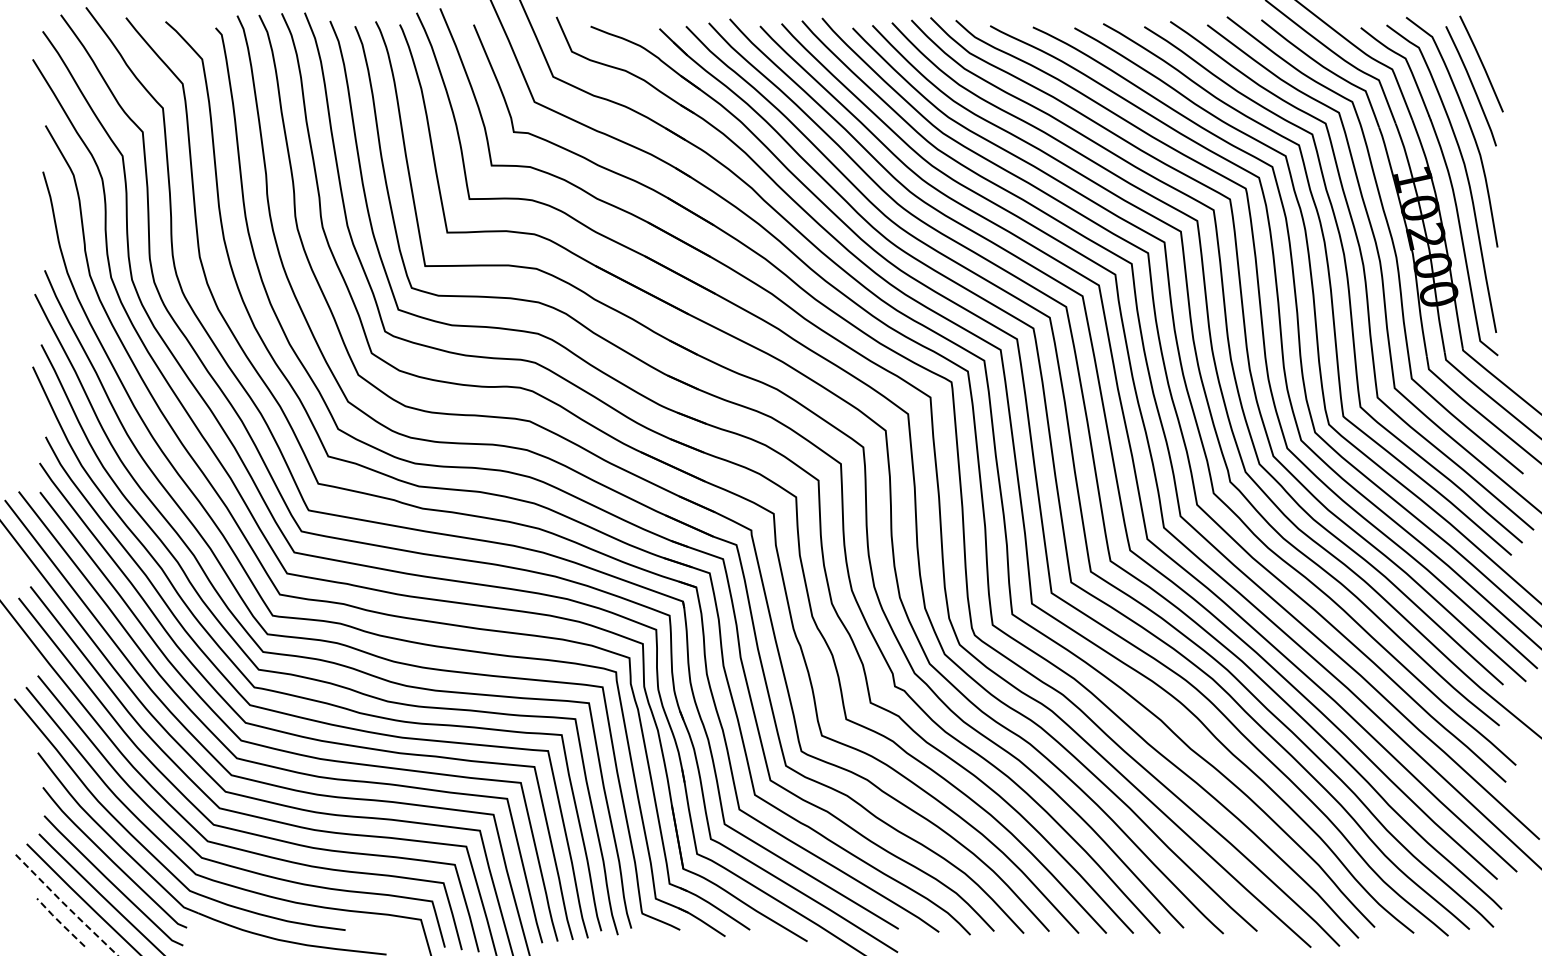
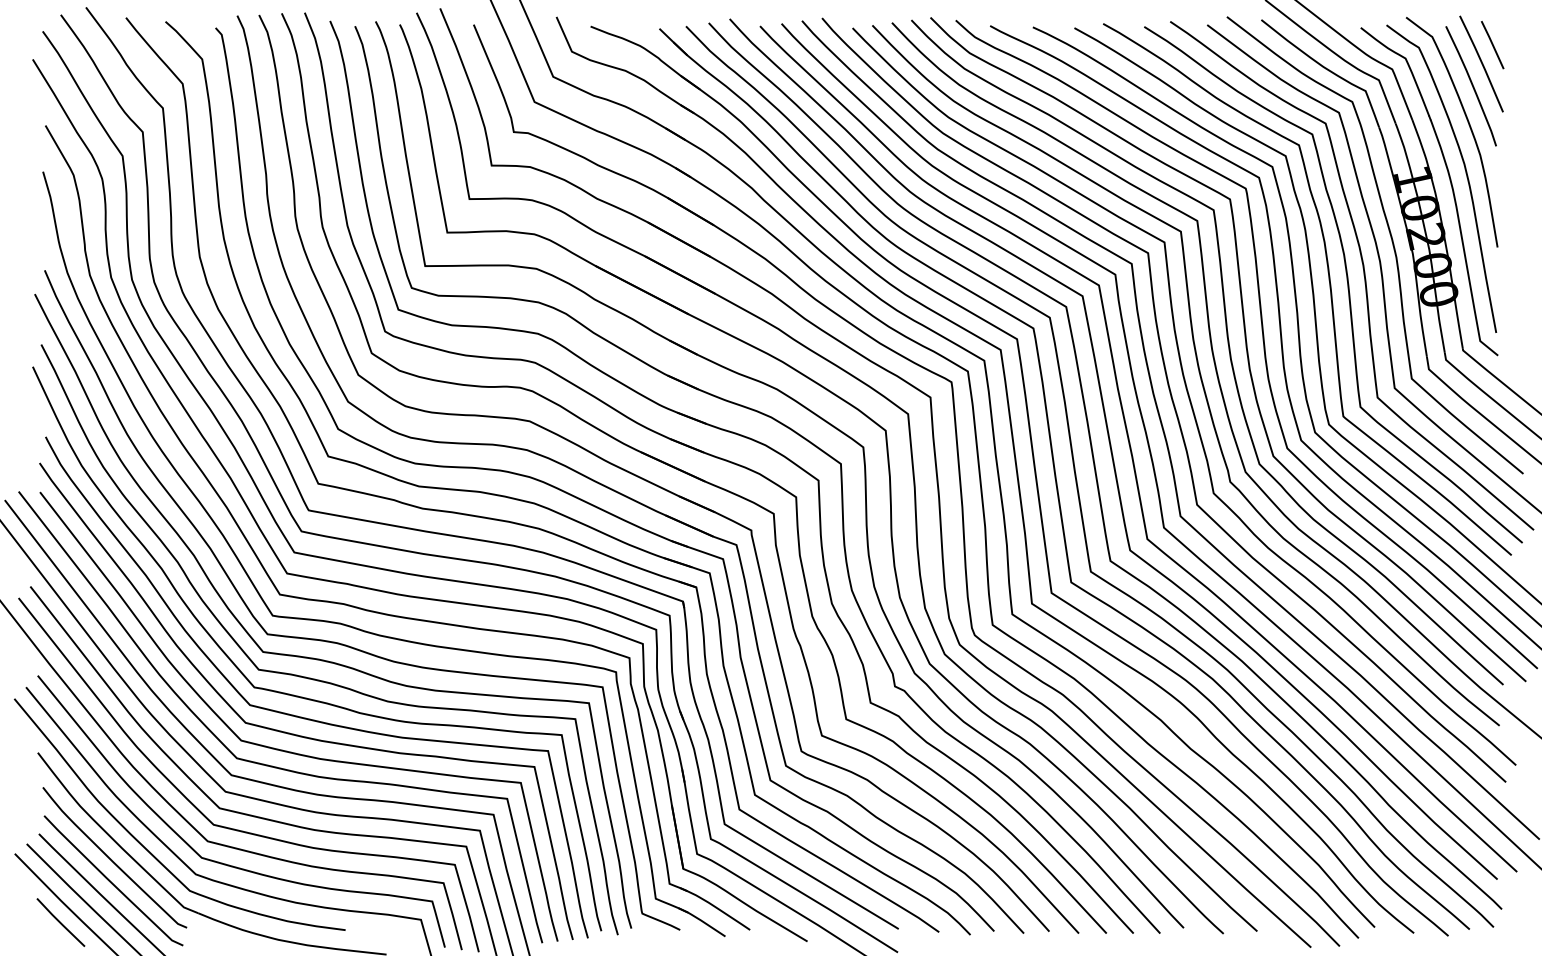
line at (1492, 45): none -> present
line at (65, 905): dashed -> solid
line at (60, 922): dashed -> solid
